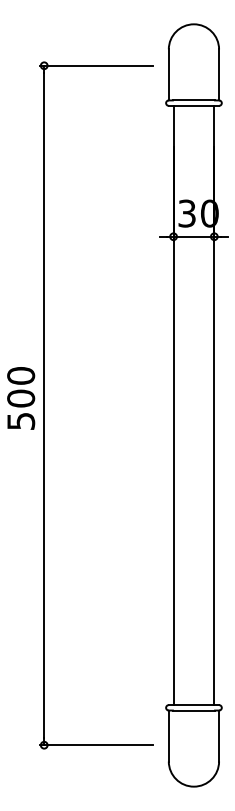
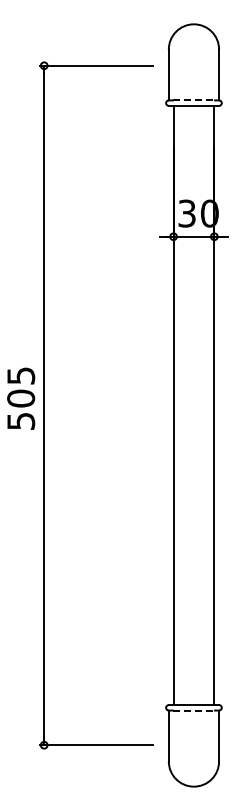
line at (194, 100): solid -> dashed
text at (21, 375): 500 -> 505
line at (194, 710): solid -> dashed
